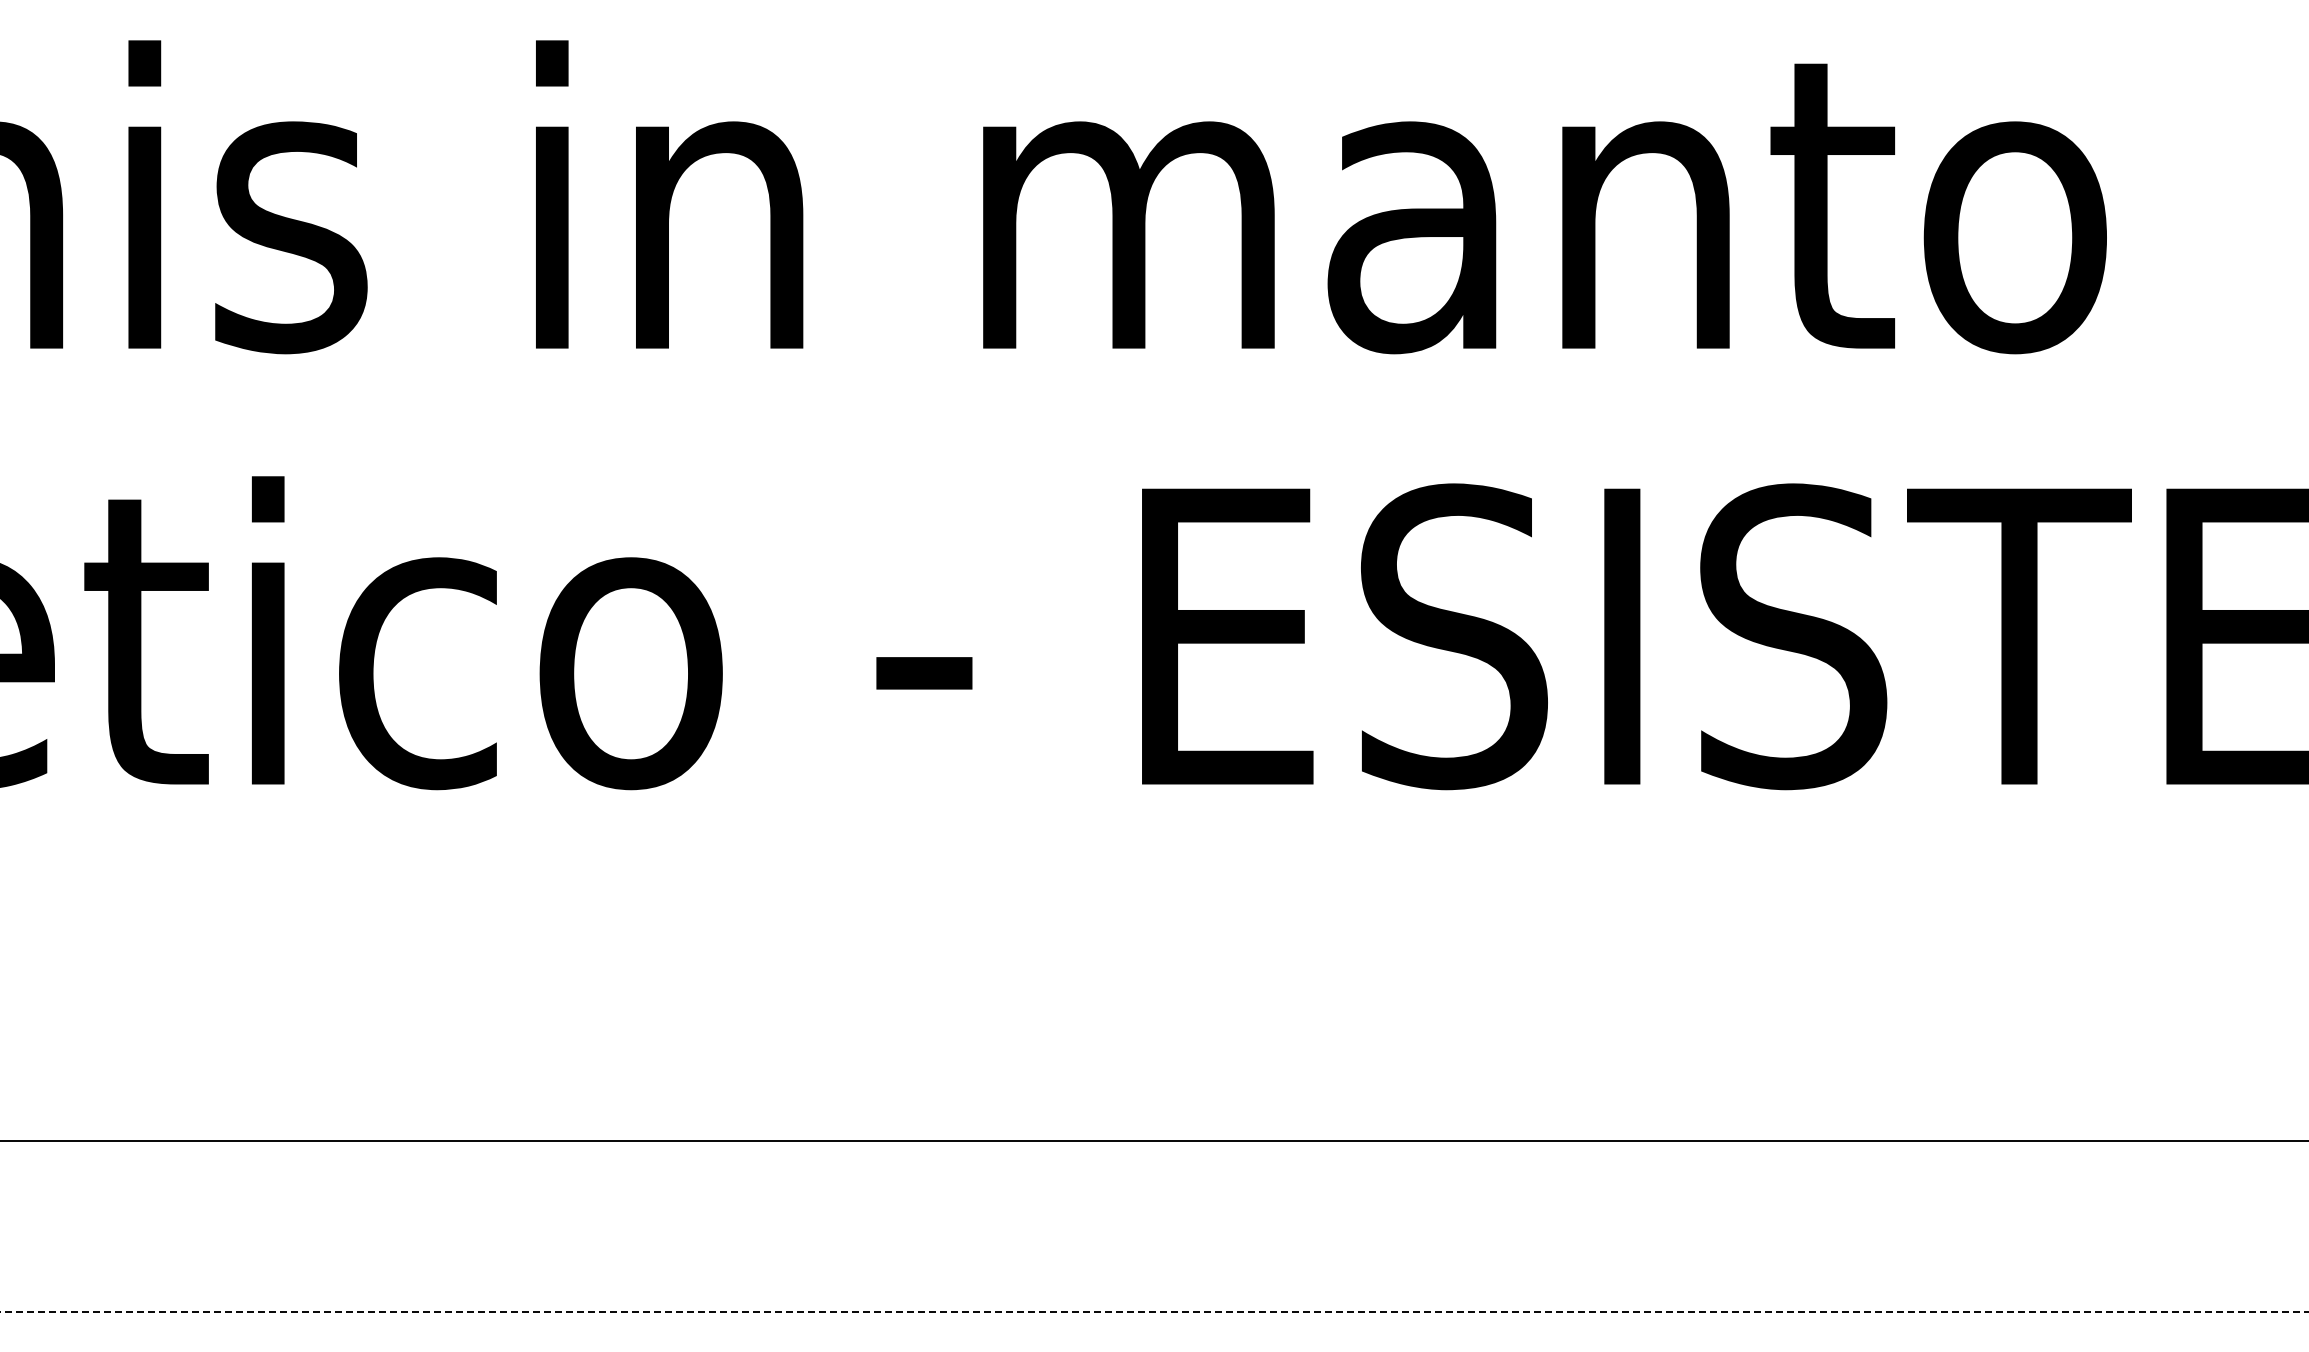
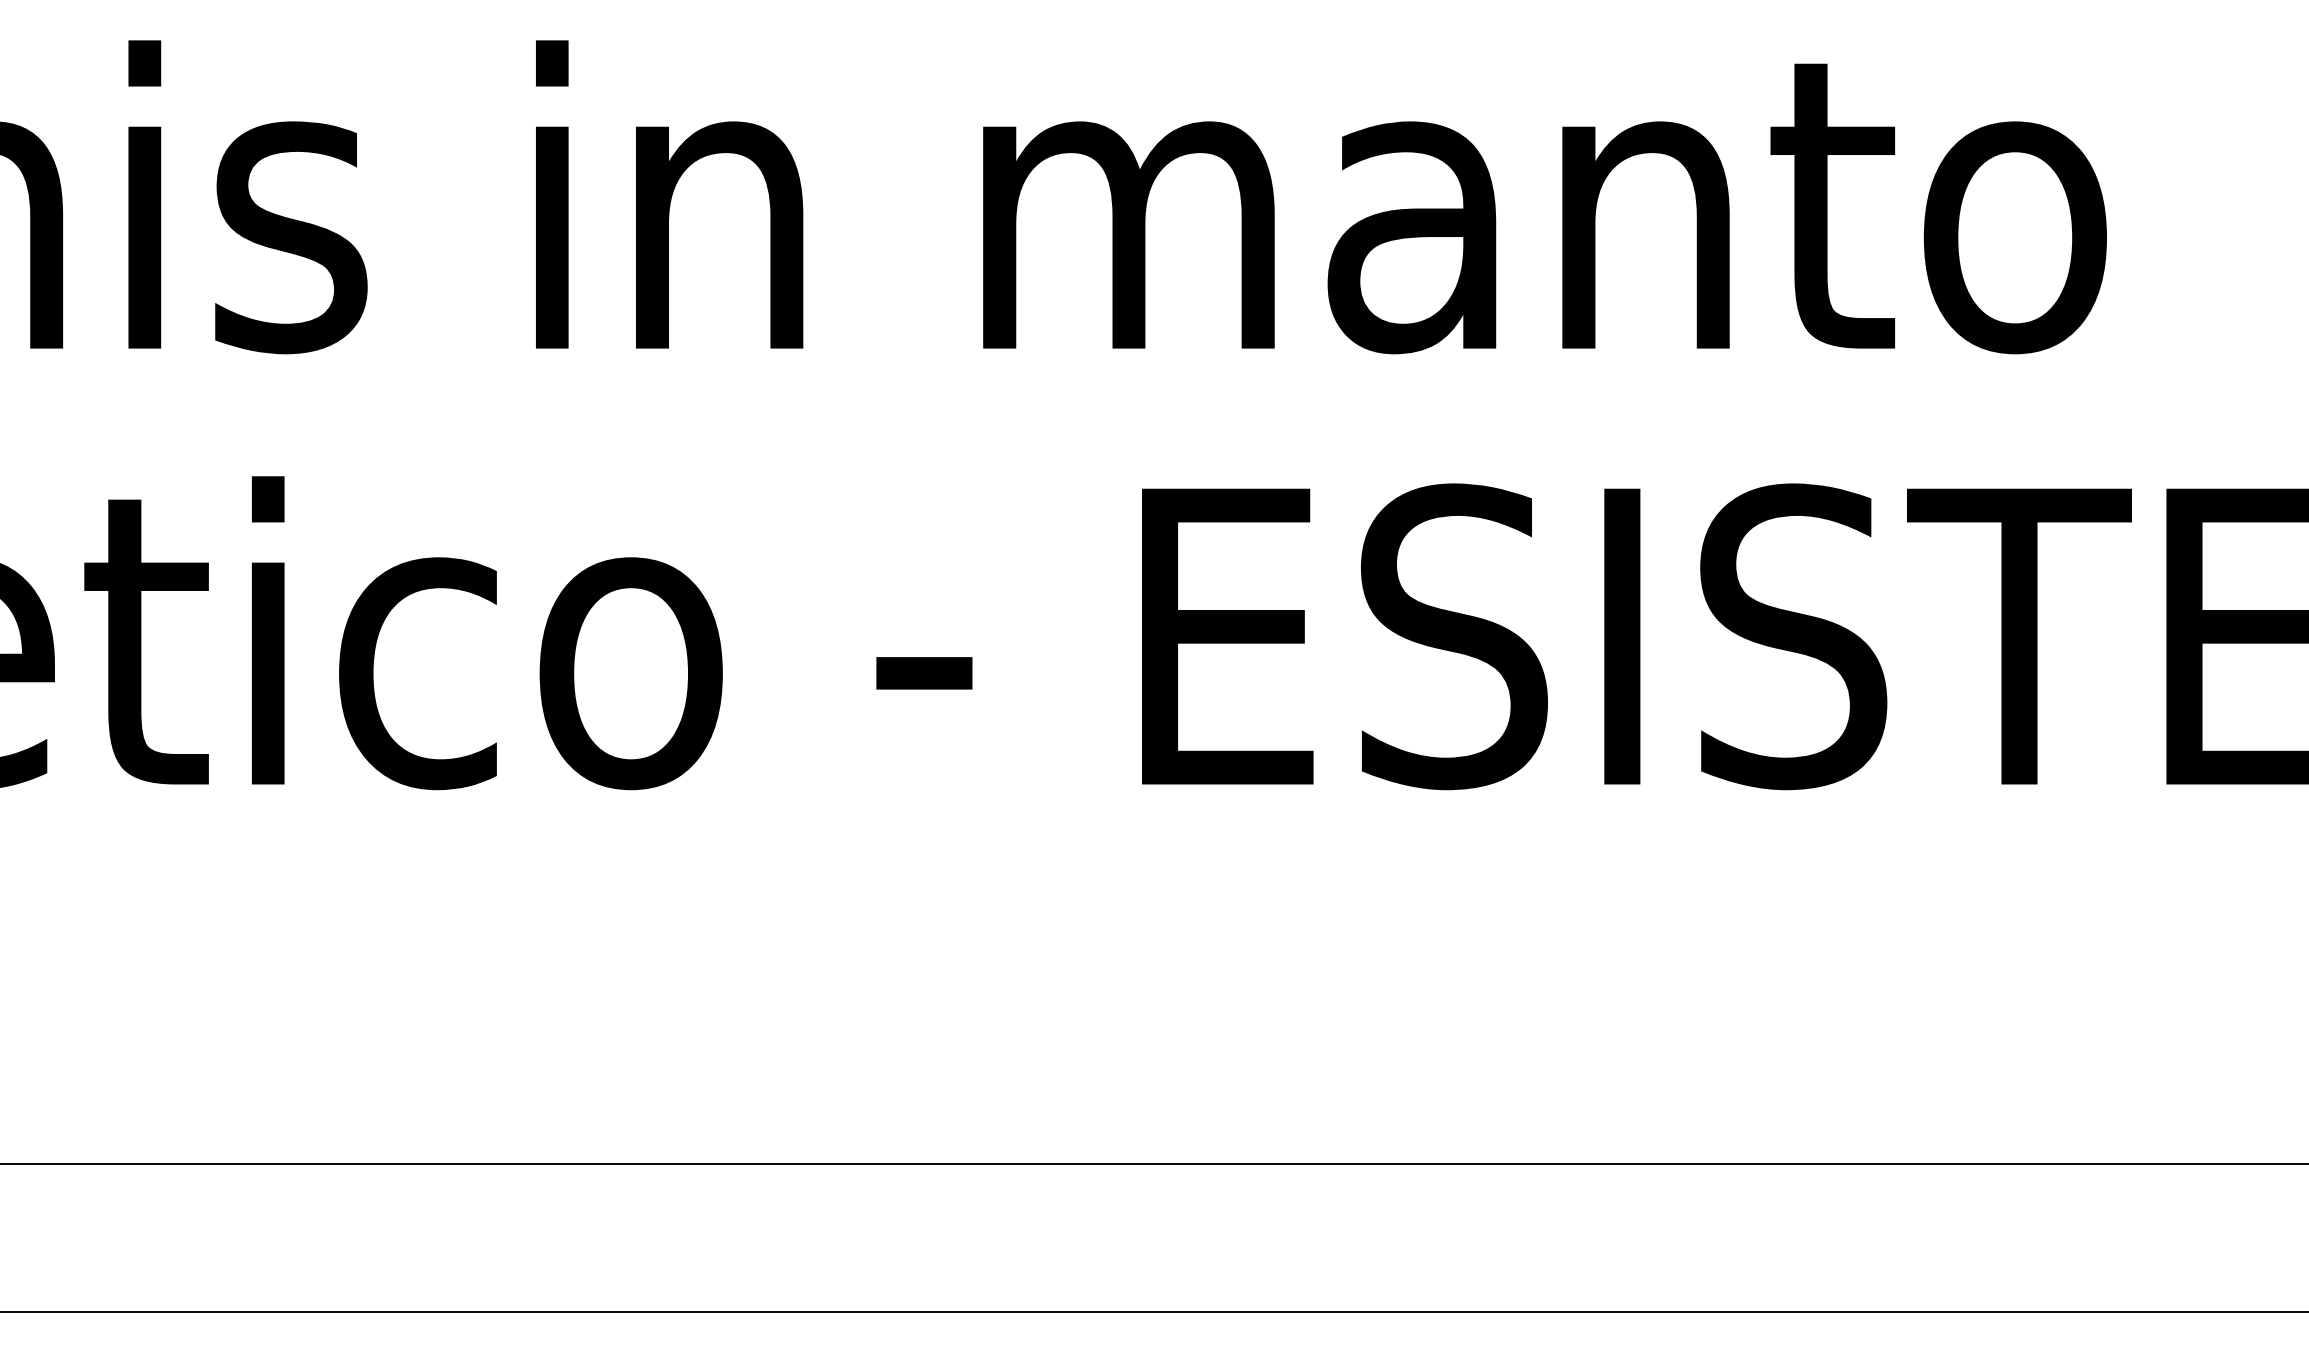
line at (1153, 1140) position: (1153, 1140) -> (1153, 1163)
line at (1154, 1311): dashed -> solid
